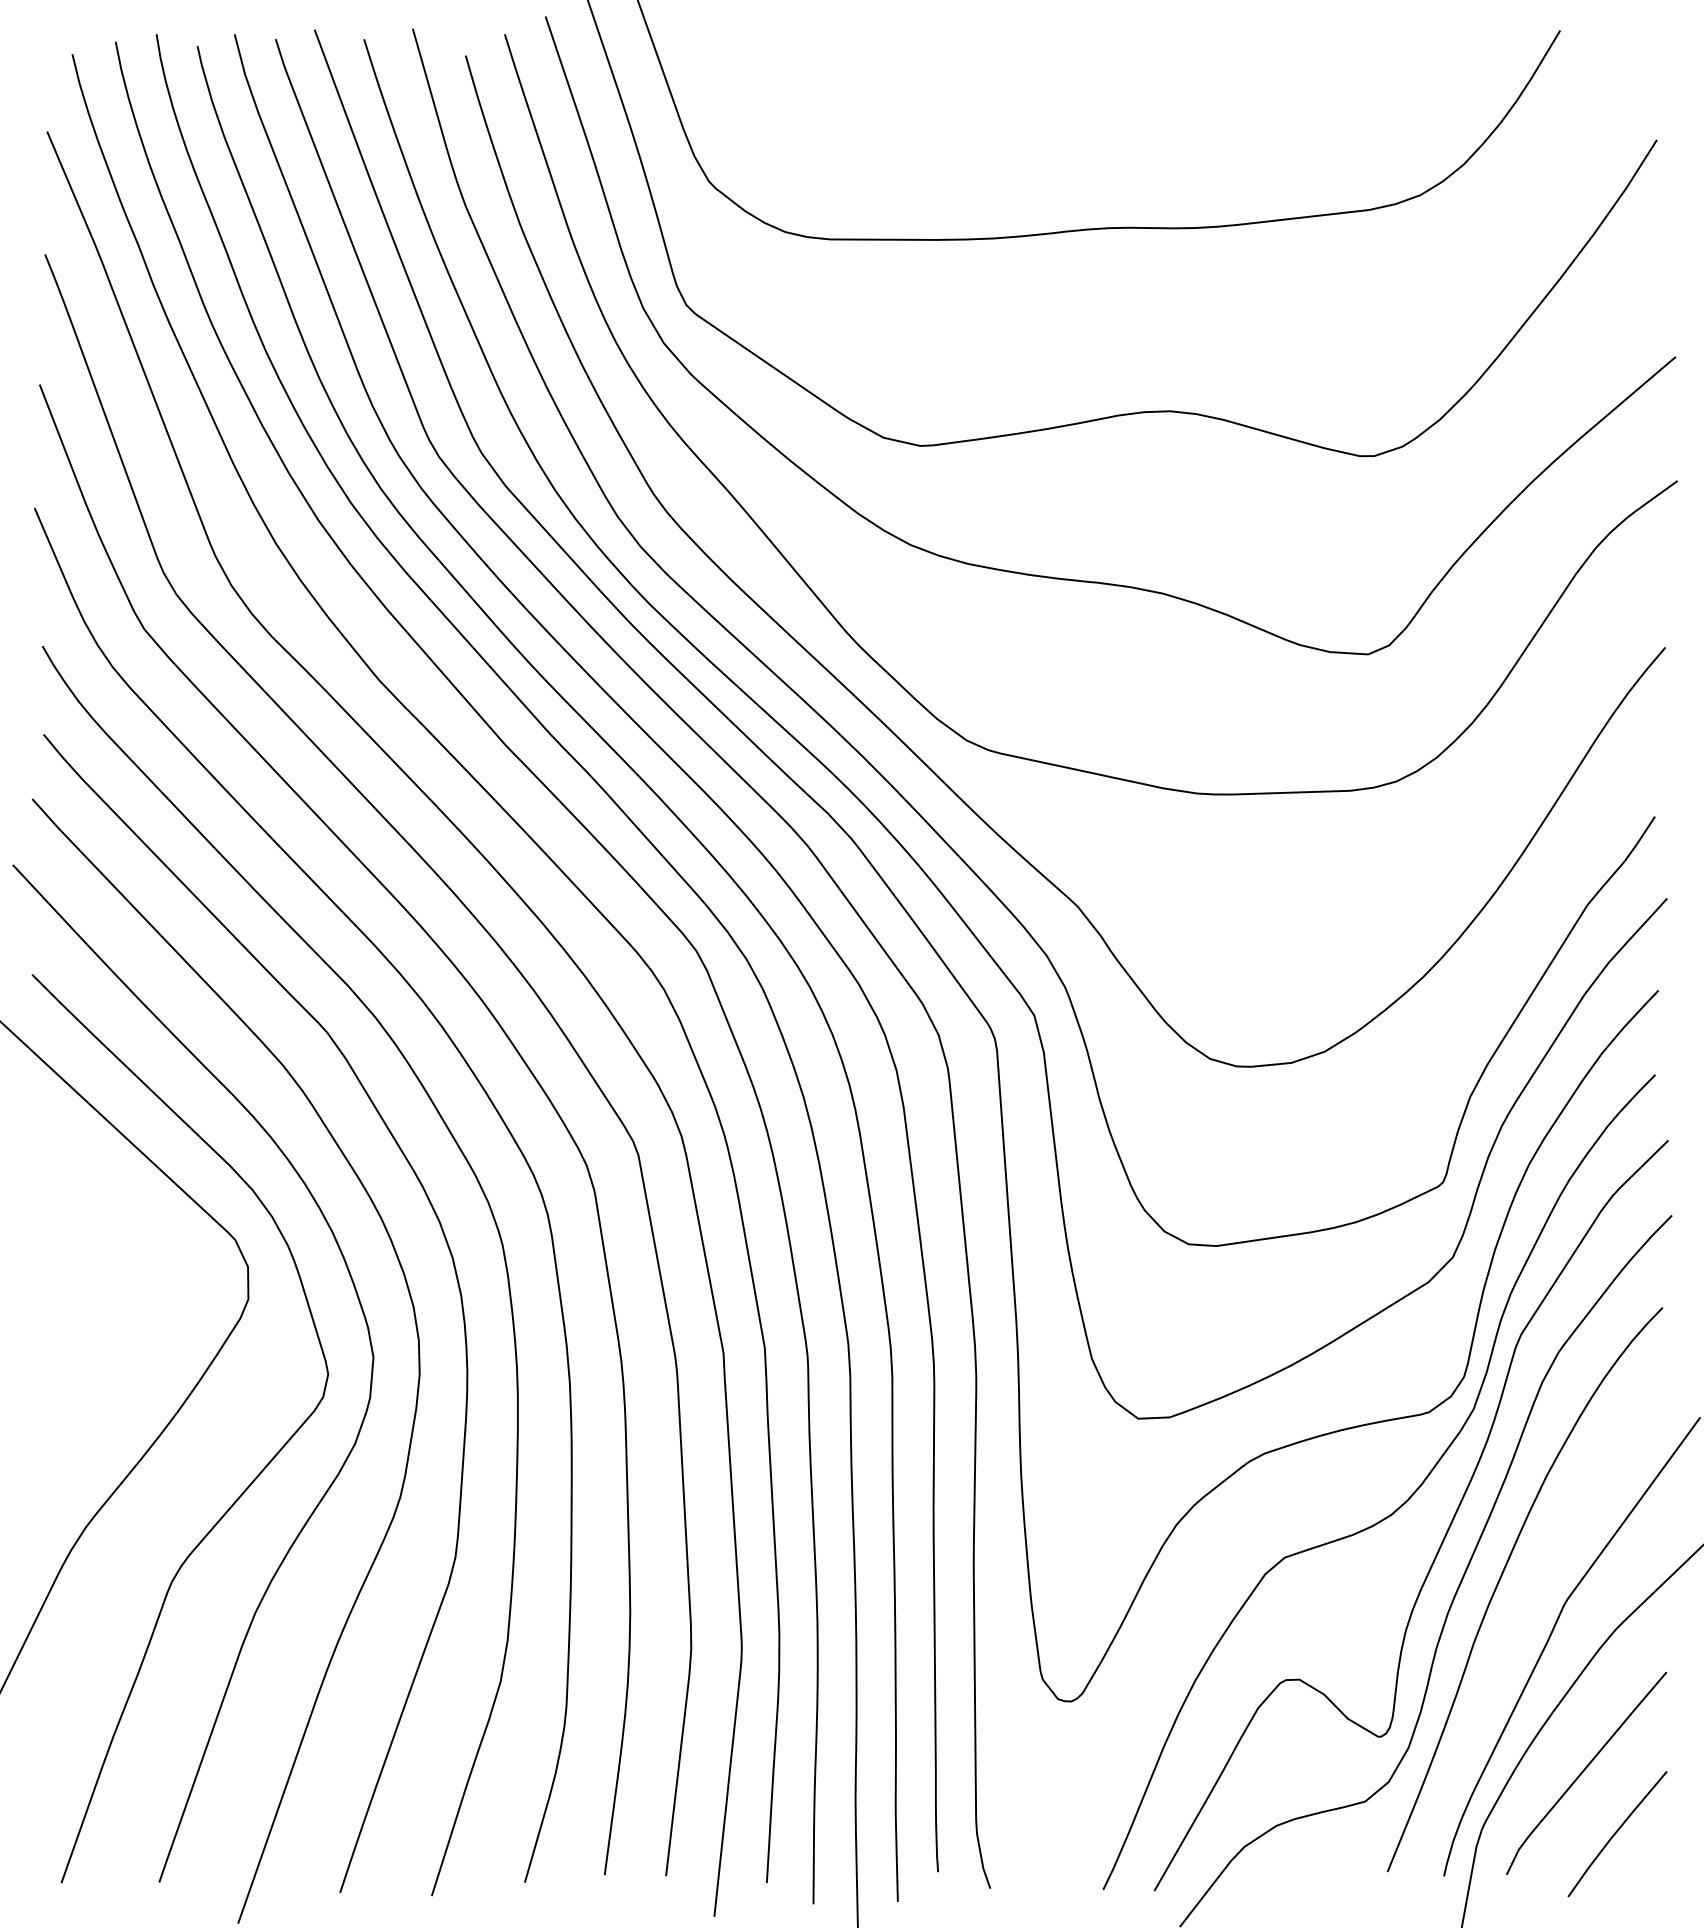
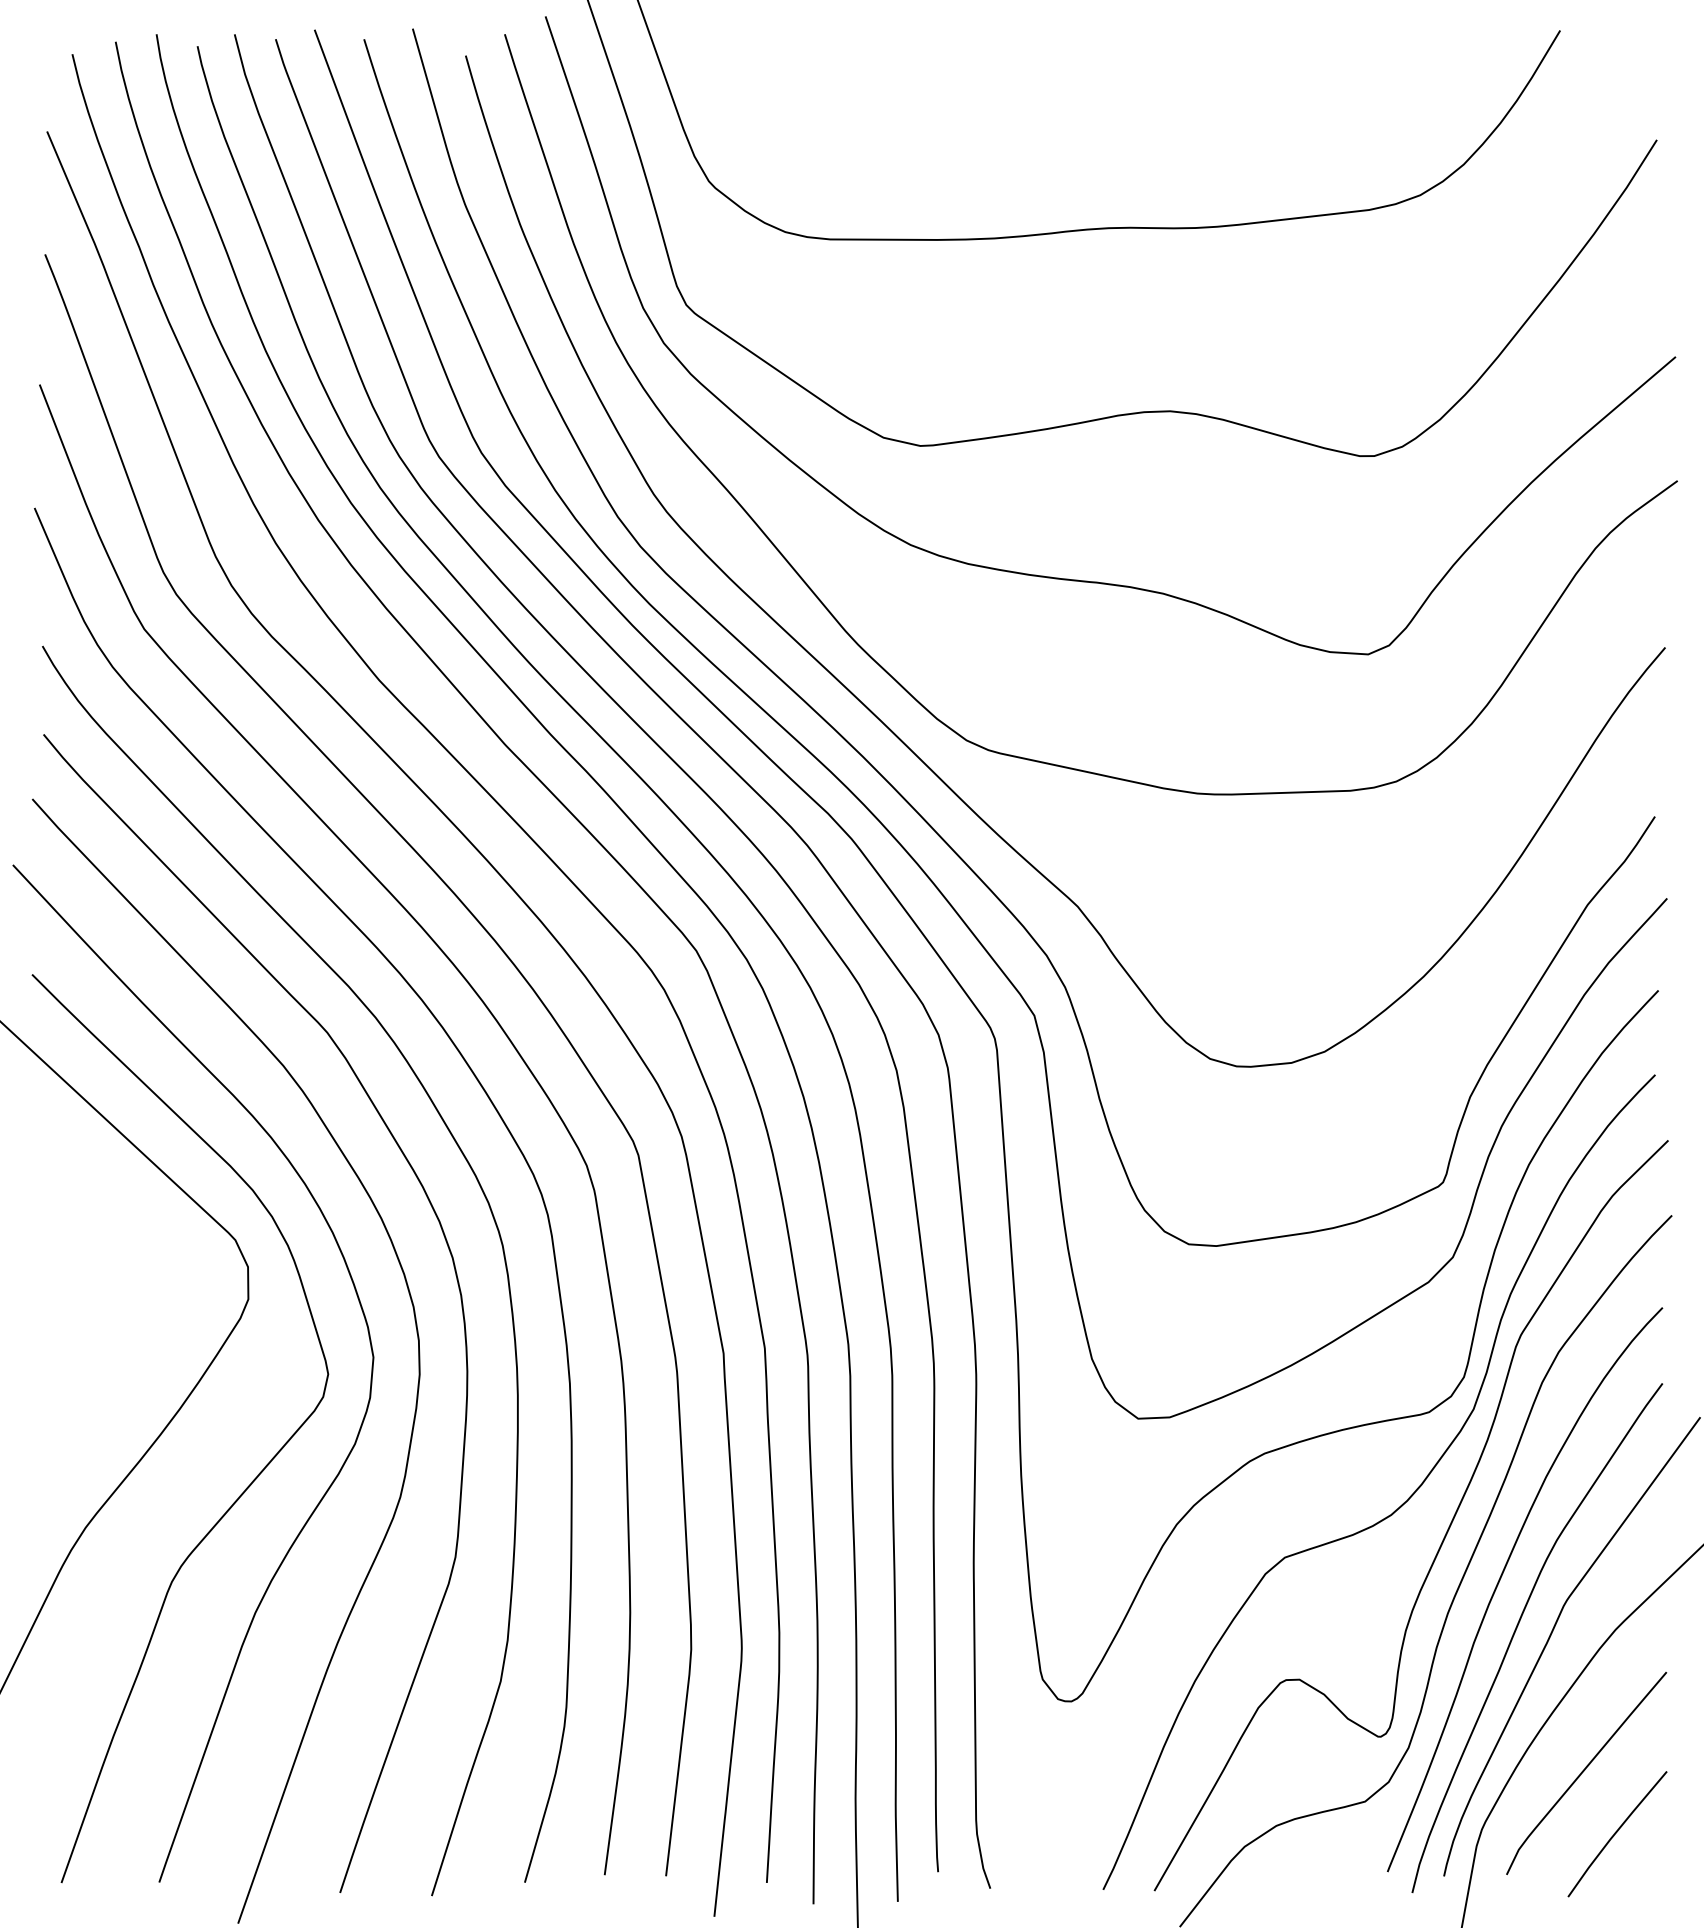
curve at (1517, 1628): none -> present
